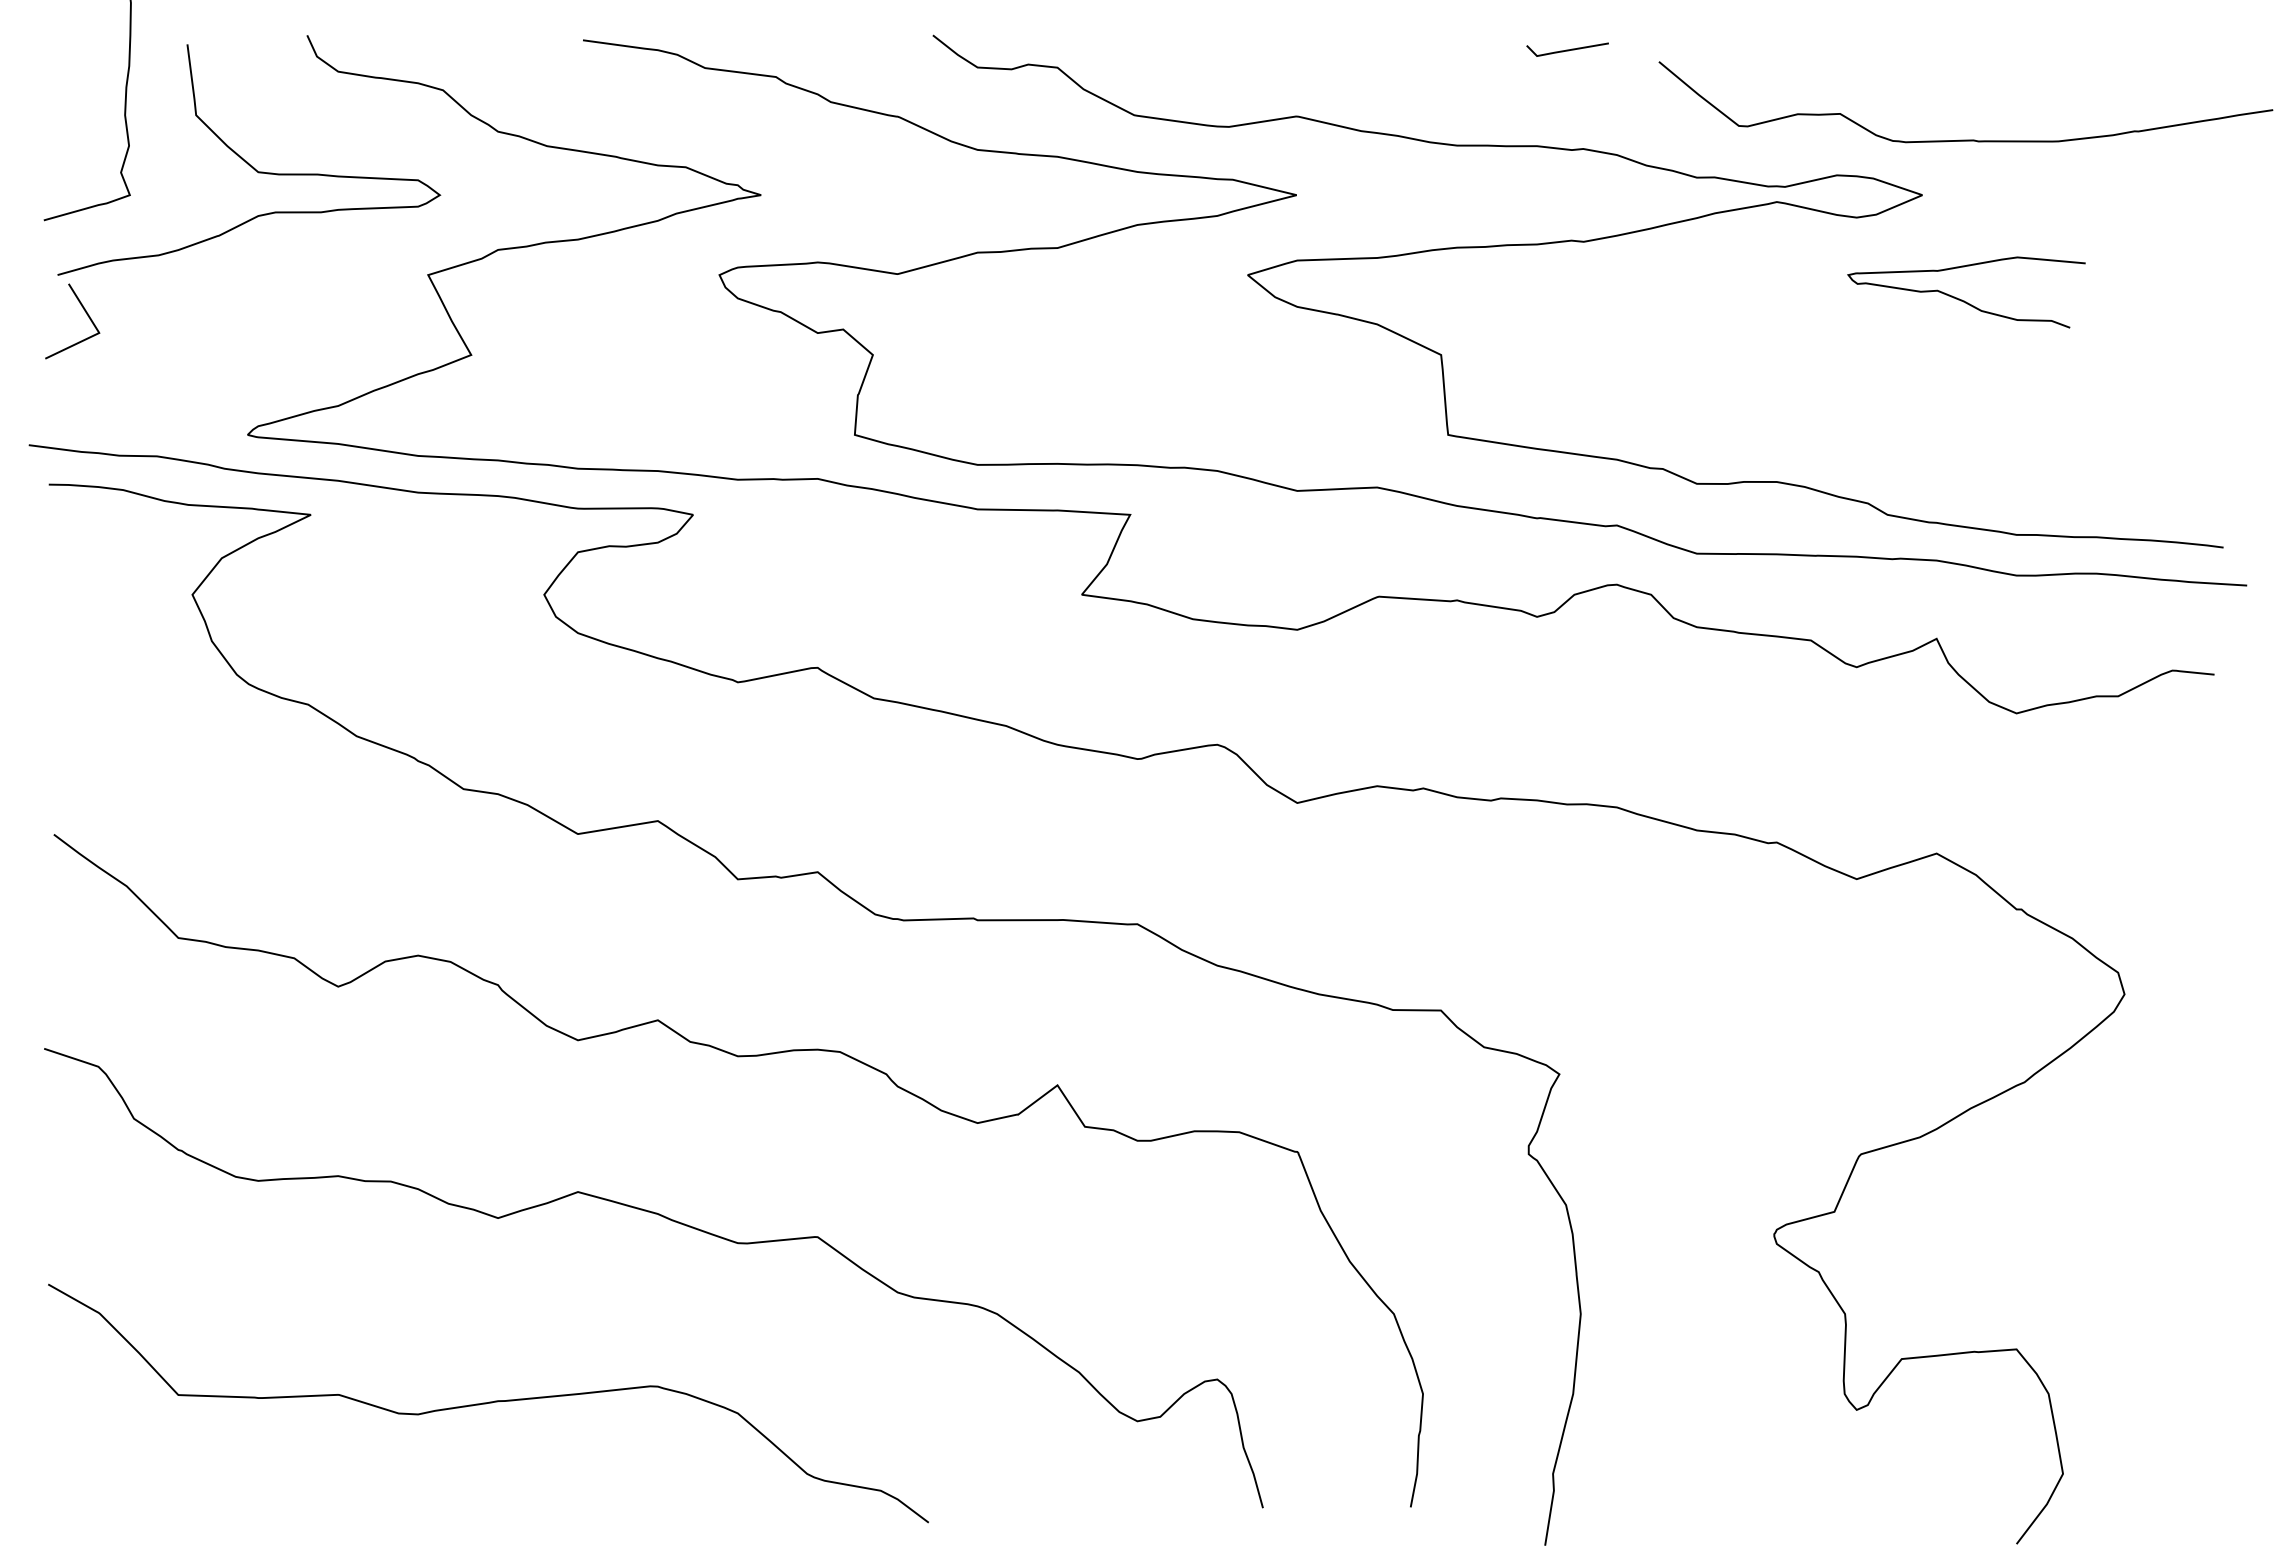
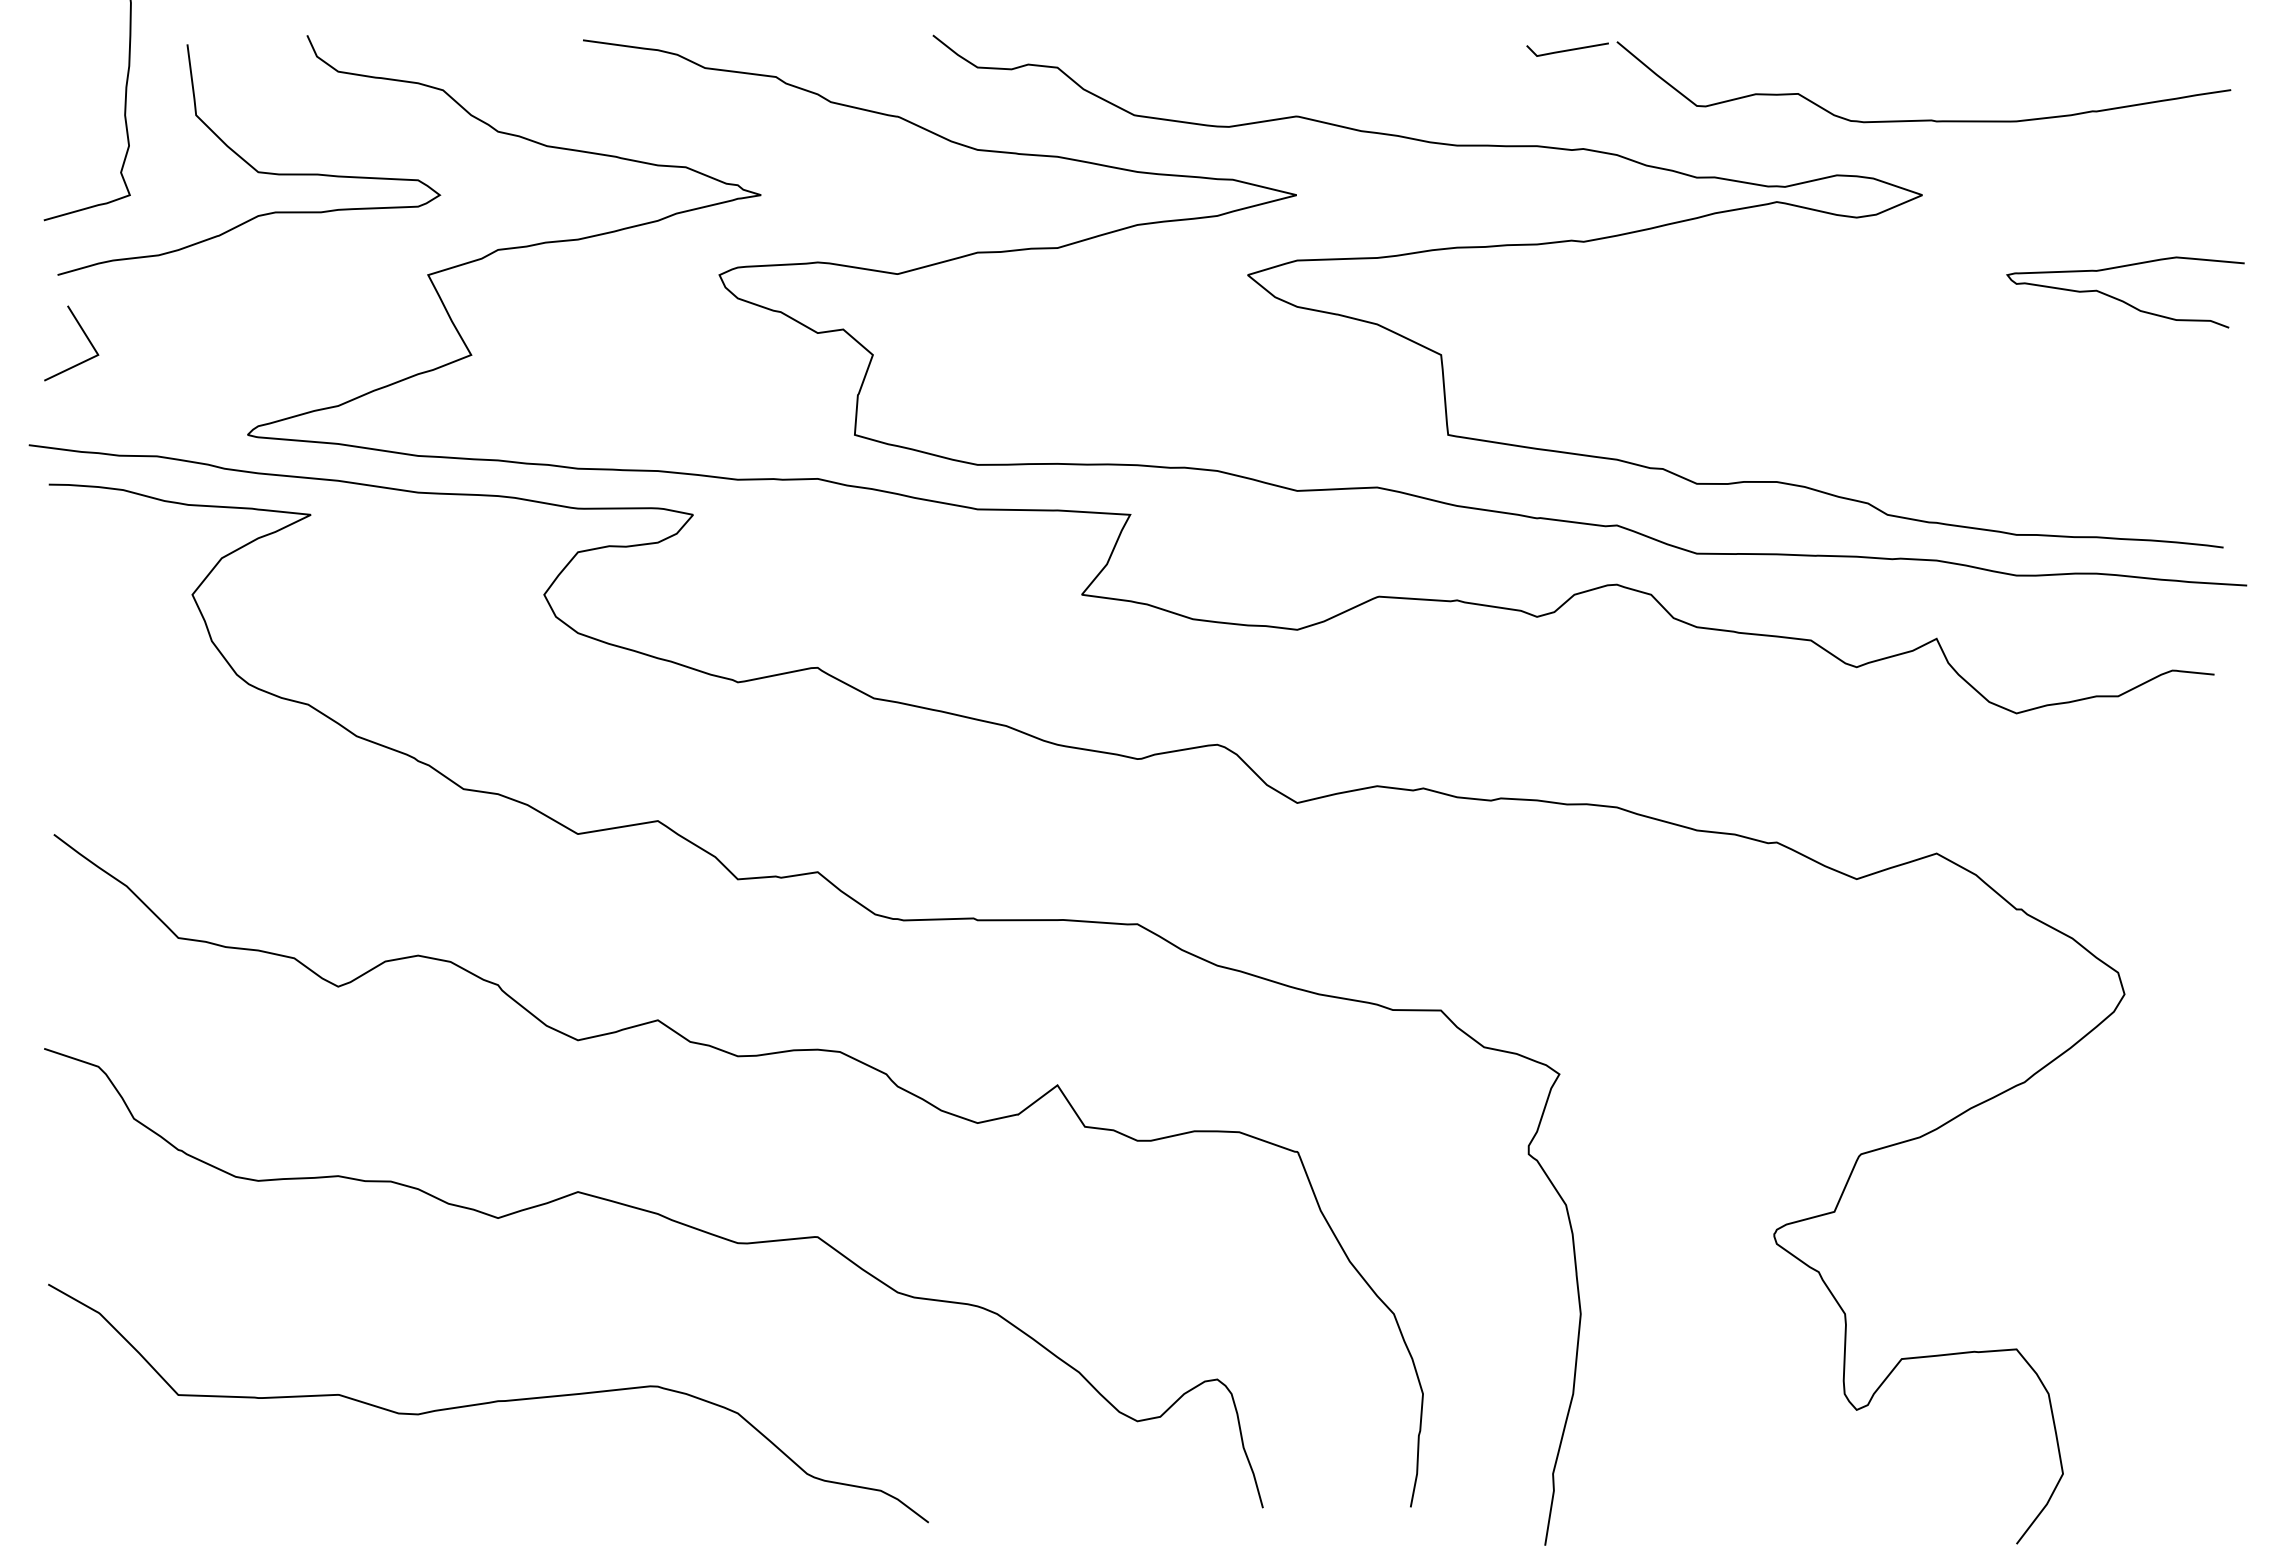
curve at (1965, 139) position: (1965, 139) -> (1923, 119)
curve at (1962, 299) position: (1962, 299) -> (2121, 299)
line at (84, 311) position: (84, 311) -> (83, 333)
